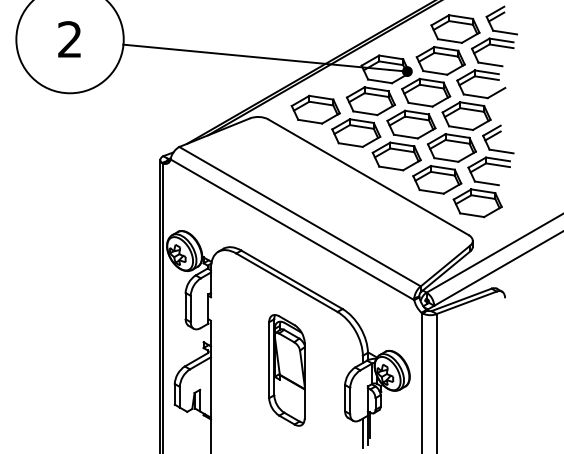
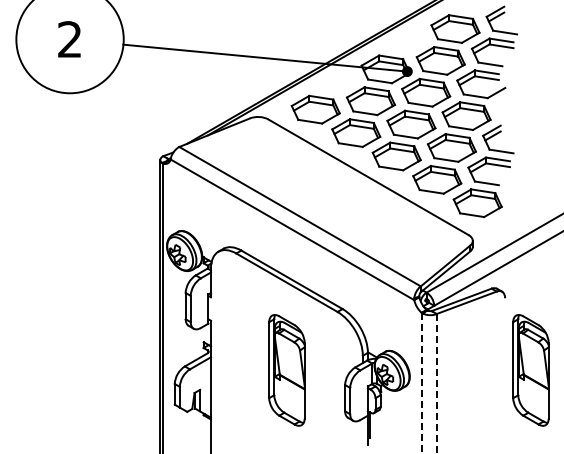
part at (530, 370): none -> present
line at (421, 382): solid -> dashed
line at (436, 383): solid -> dashed
line at (362, 432): present -> none
